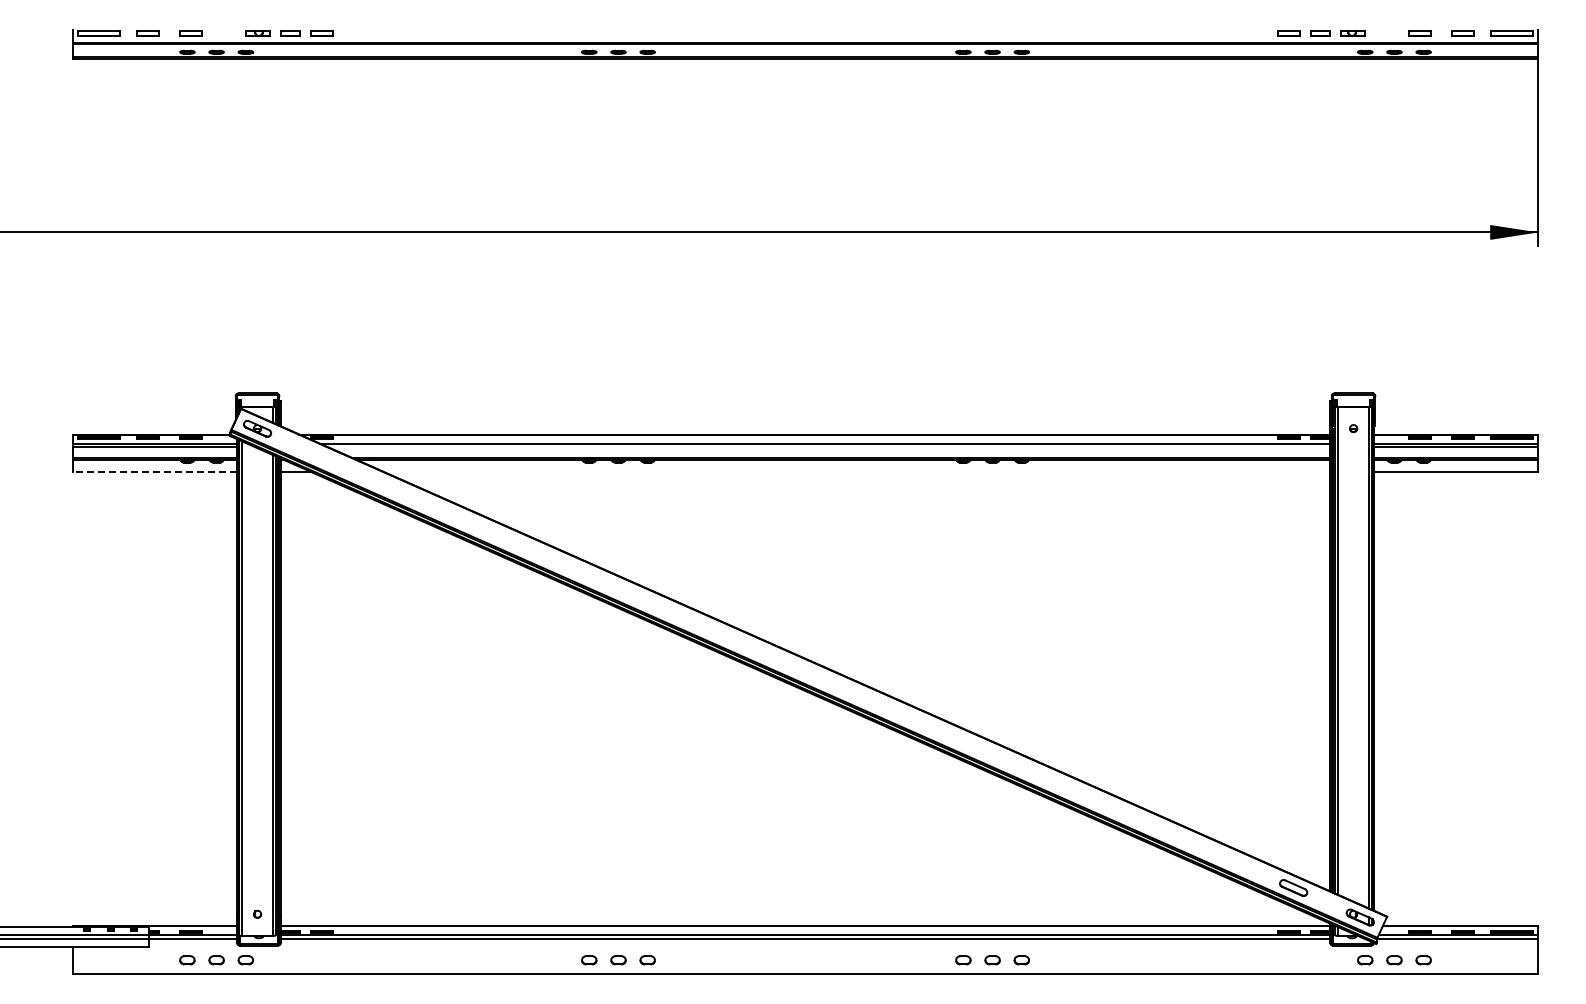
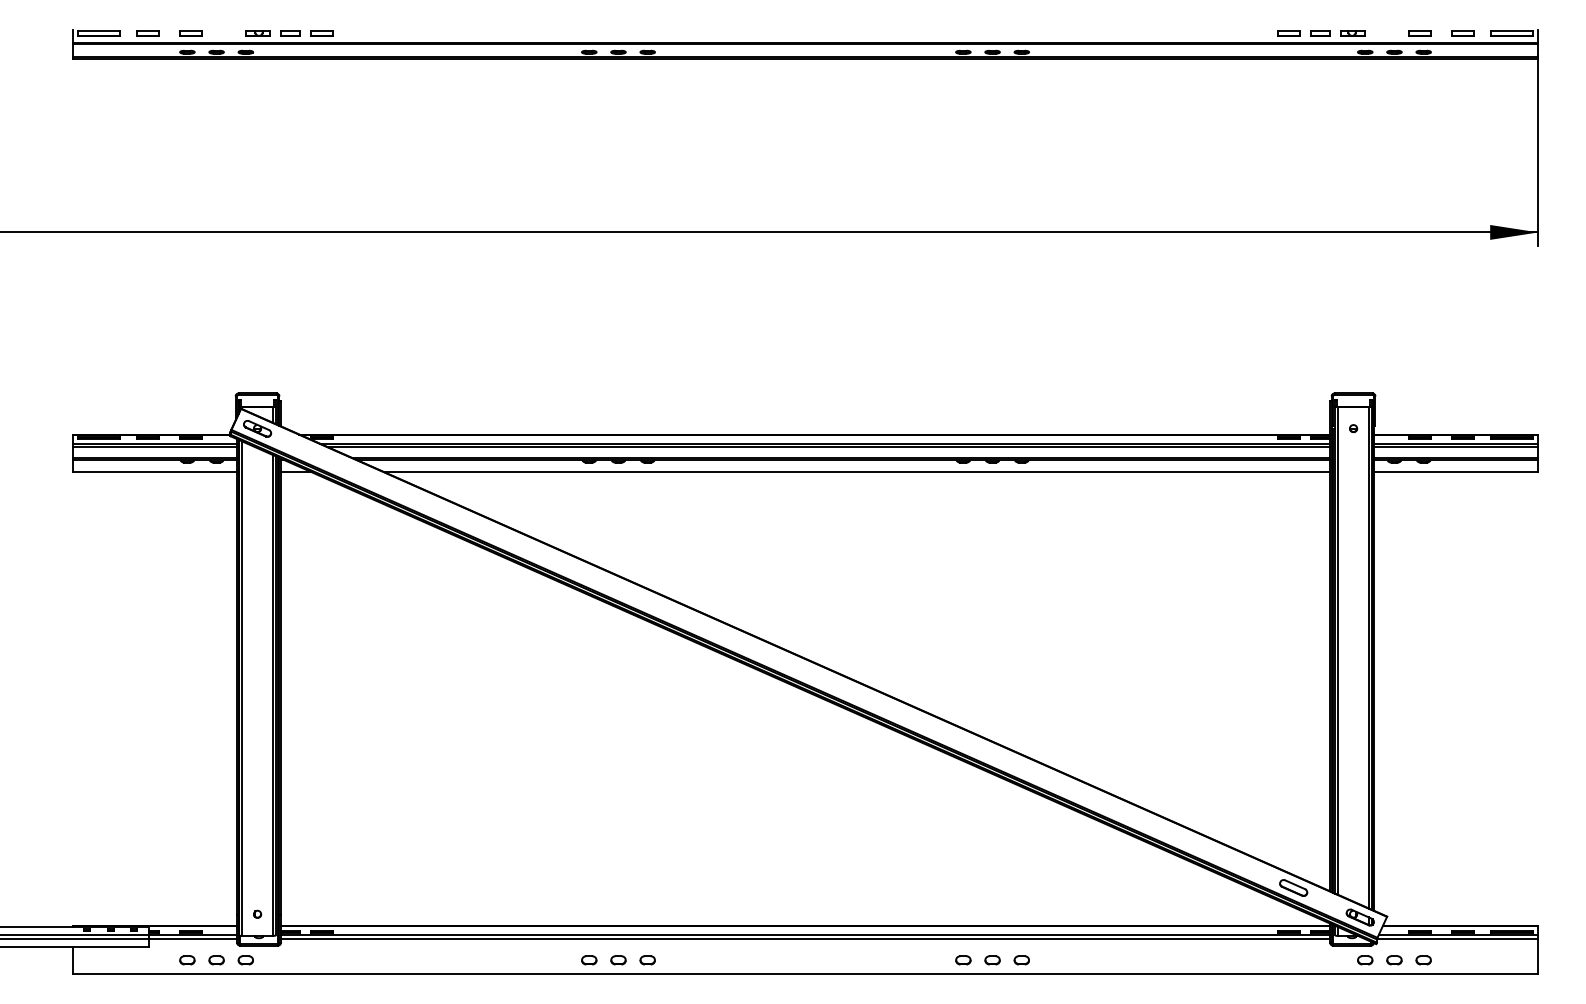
line at (829, 447): none -> present
line at (154, 472): dashed -> solid
line at (856, 472): none -> present
